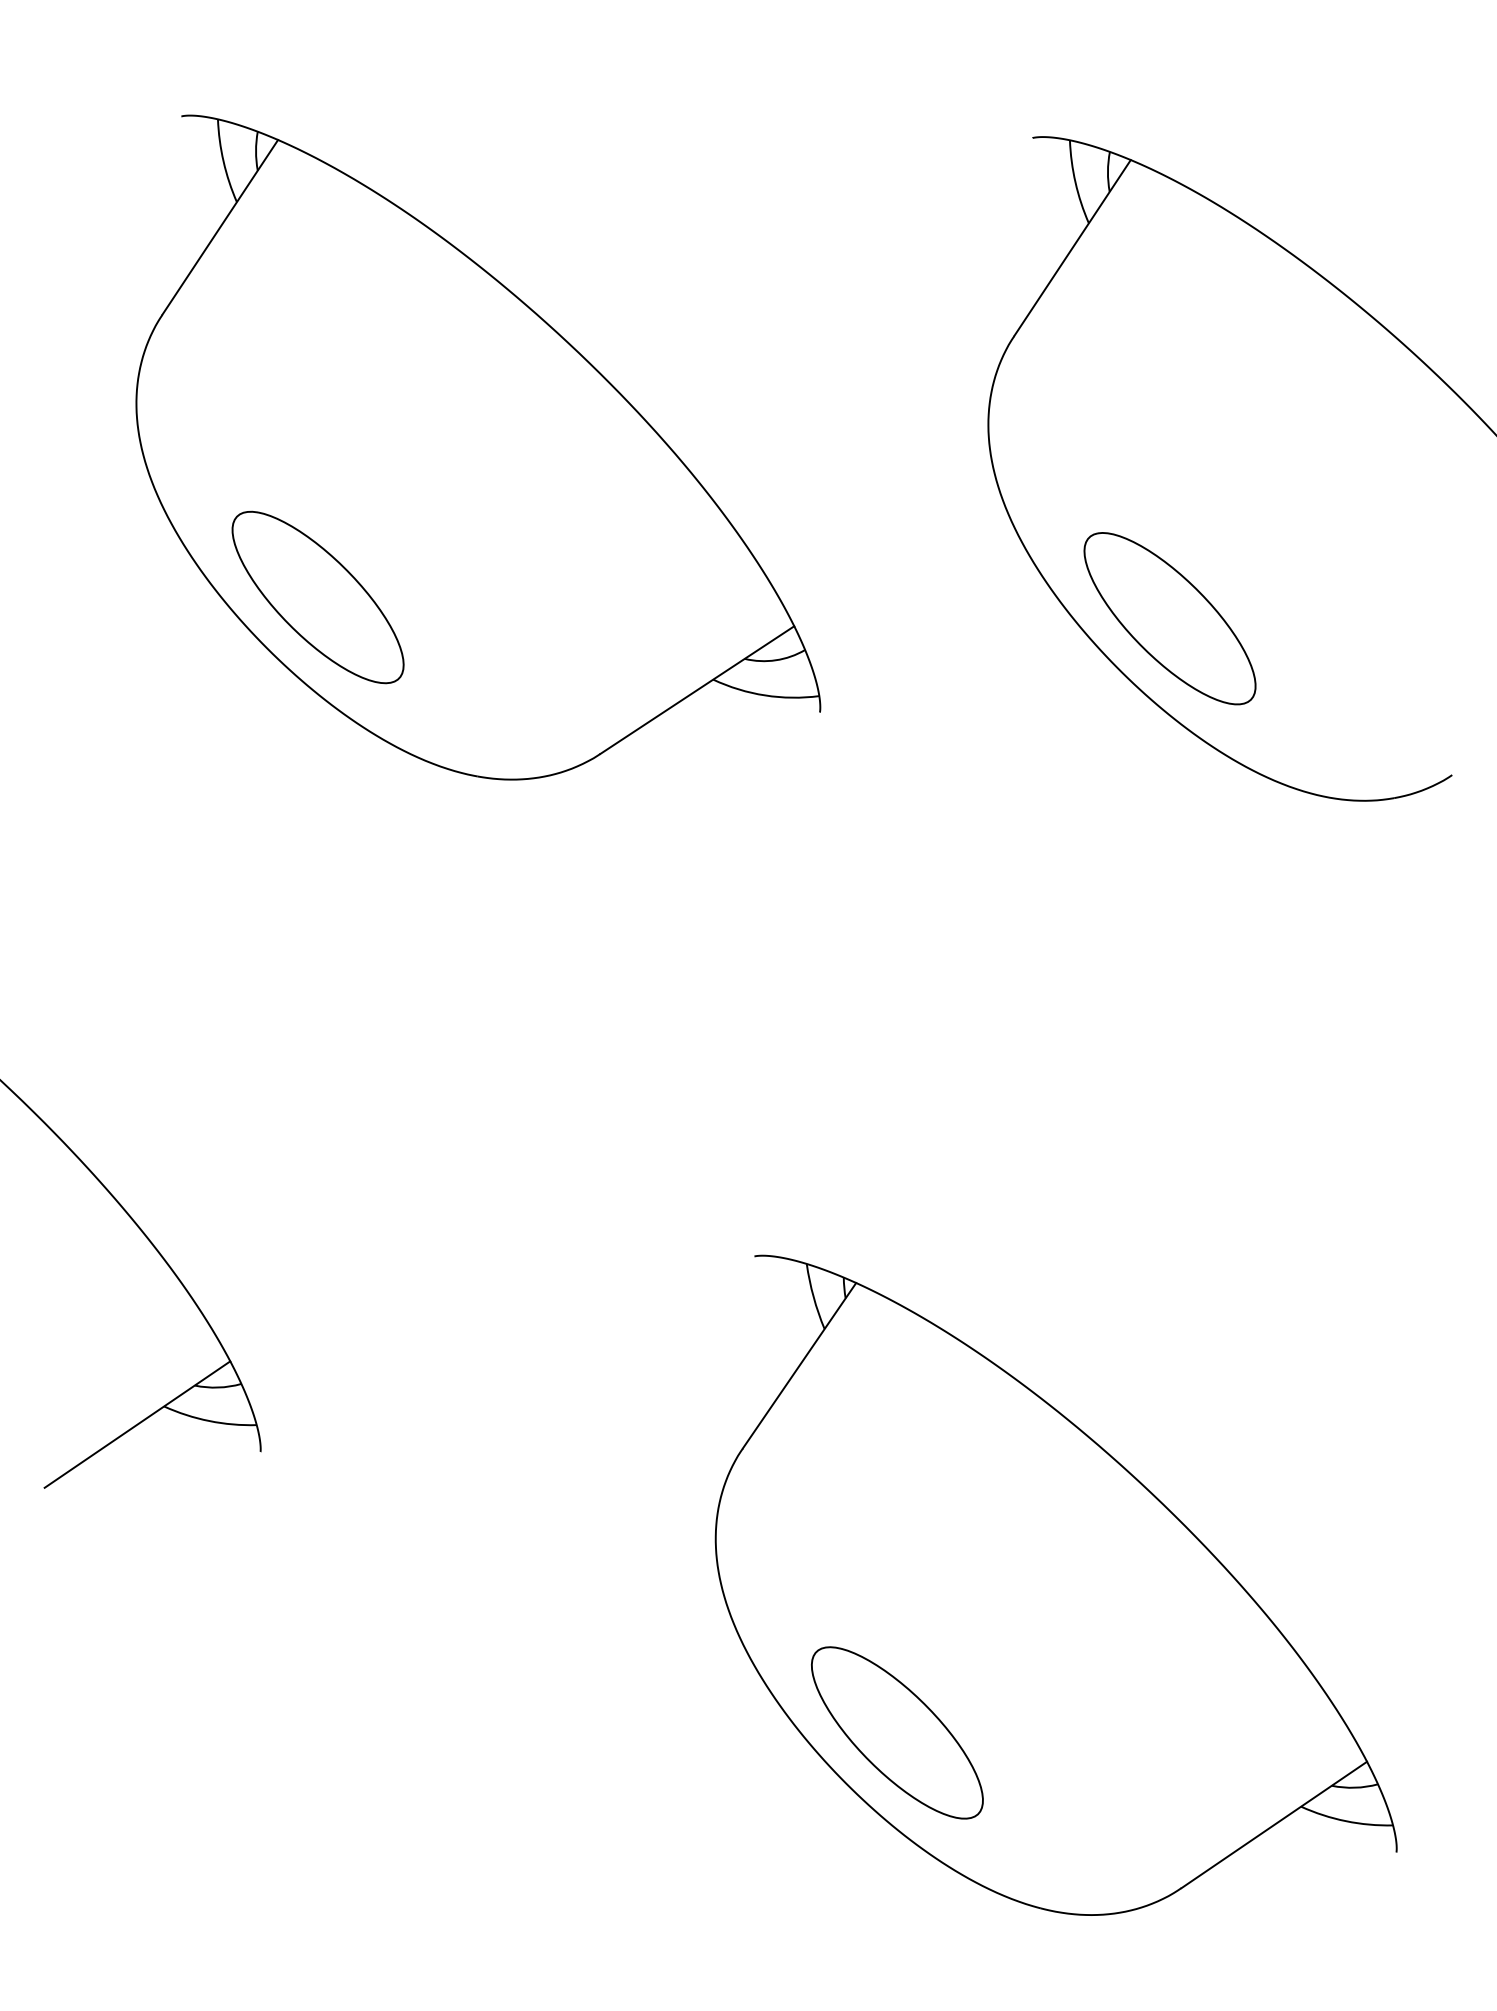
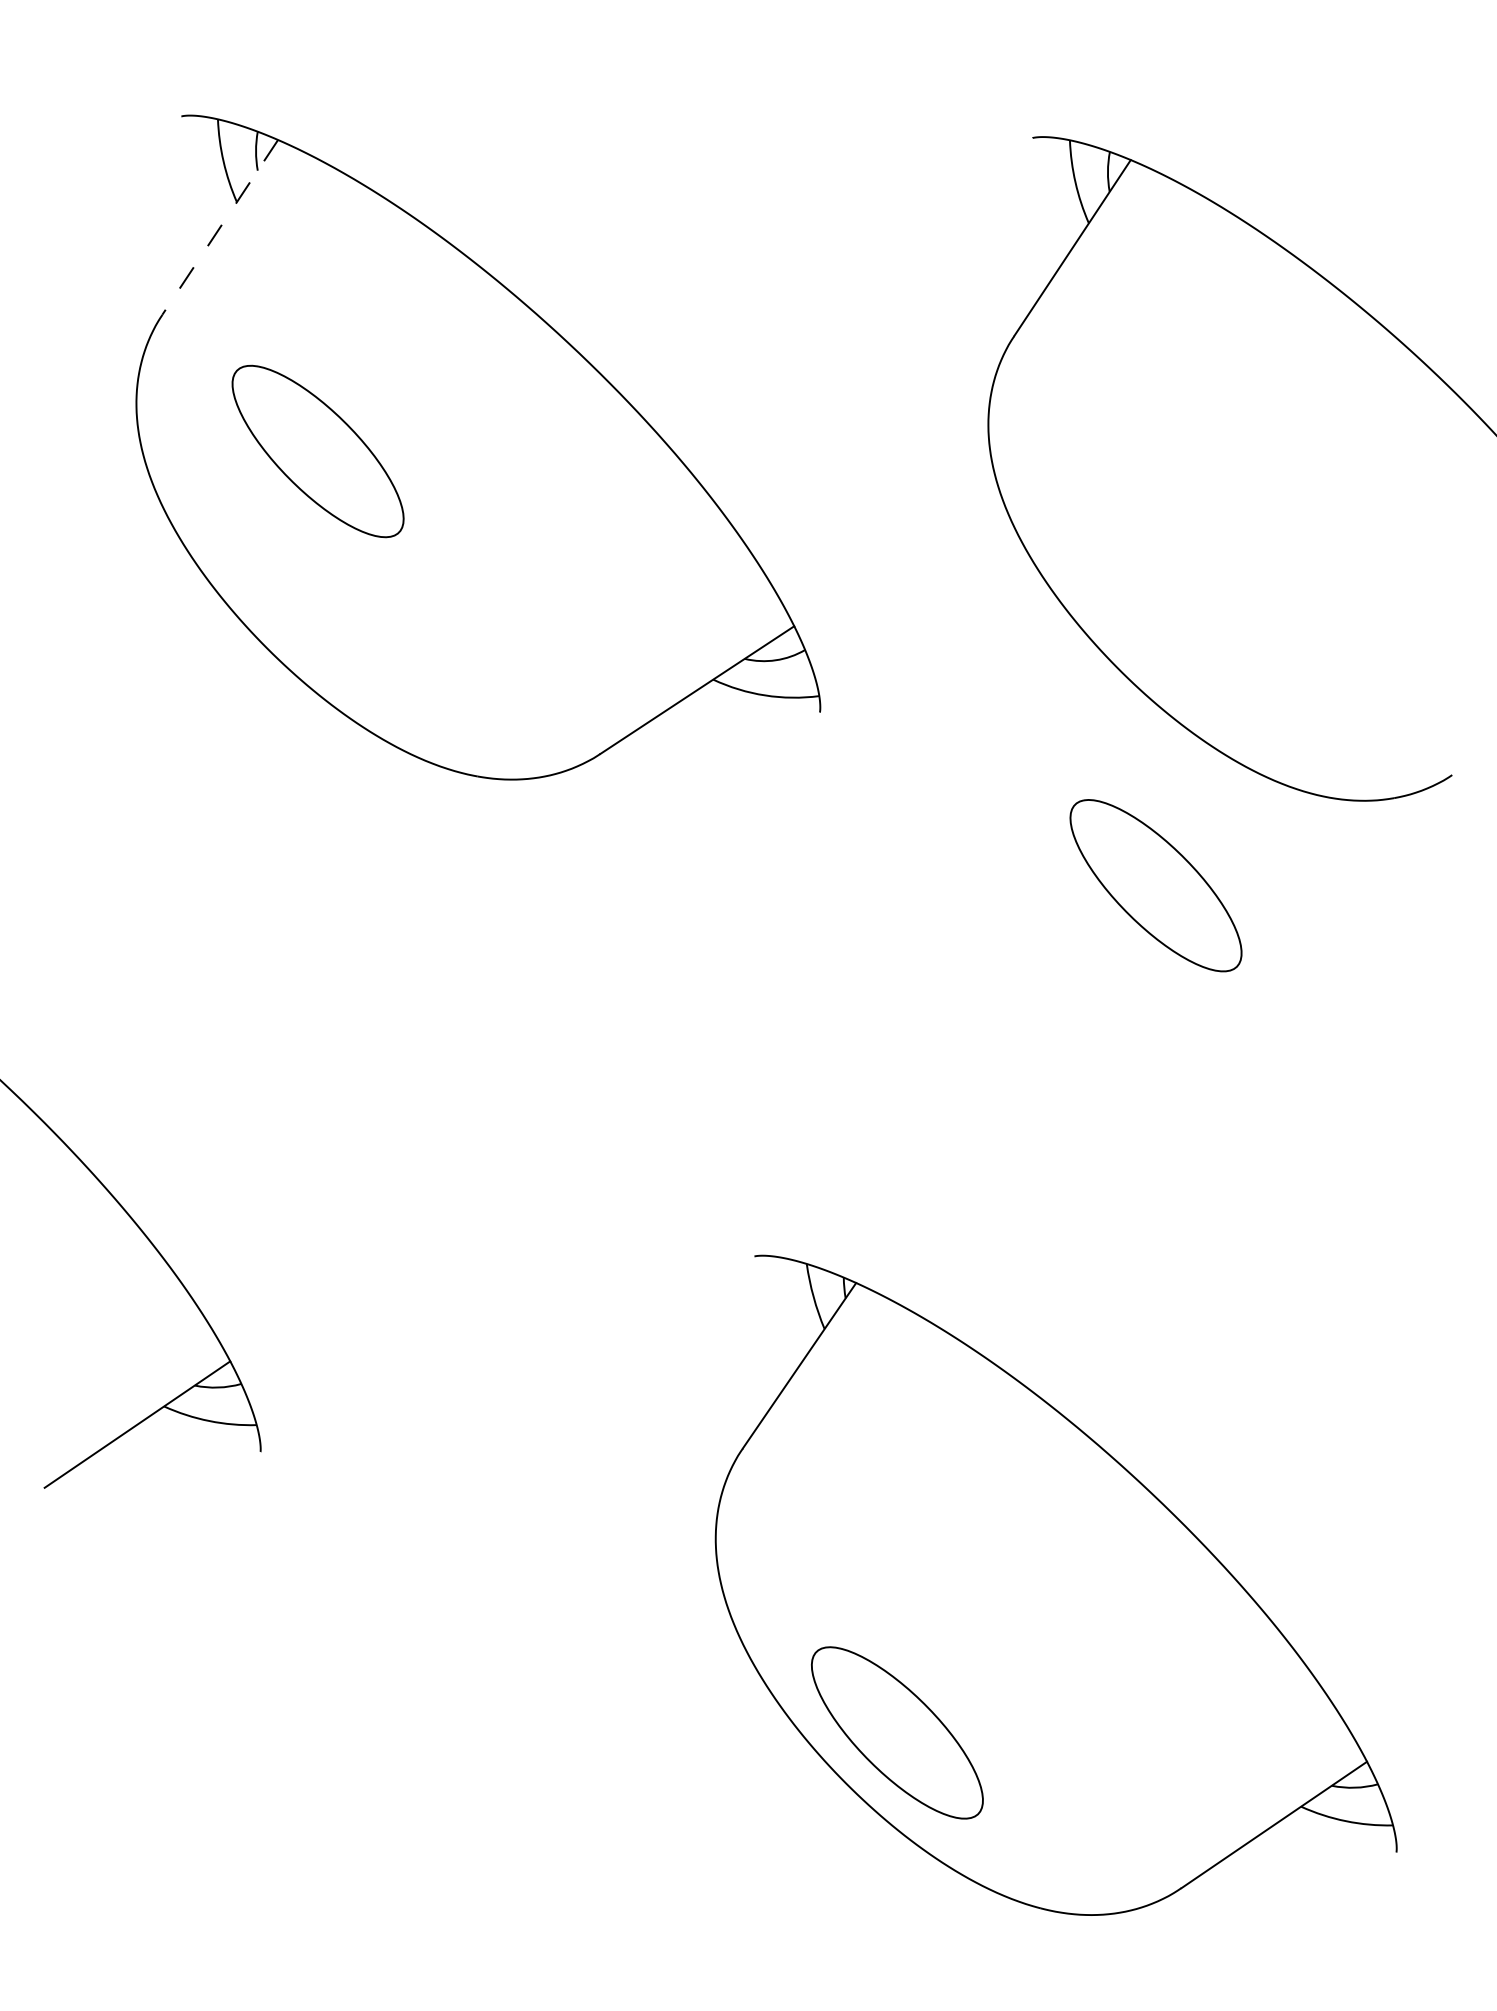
line at (220, 227): solid -> dashed
part at (317, 597) position: (317, 597) -> (317, 451)
part at (1169, 618) position: (1169, 618) -> (1155, 885)
